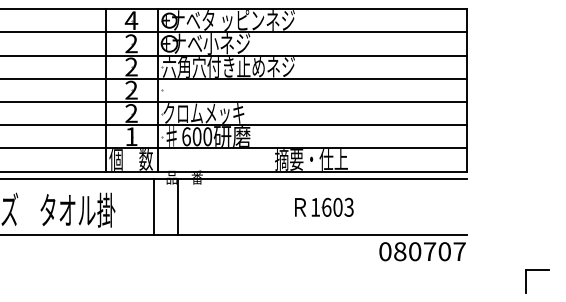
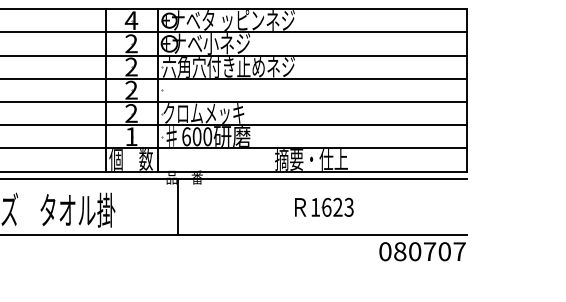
line at (154, 207): present -> none
text at (337, 207): 1603 -> 1623
part at (537, 270): present -> none
